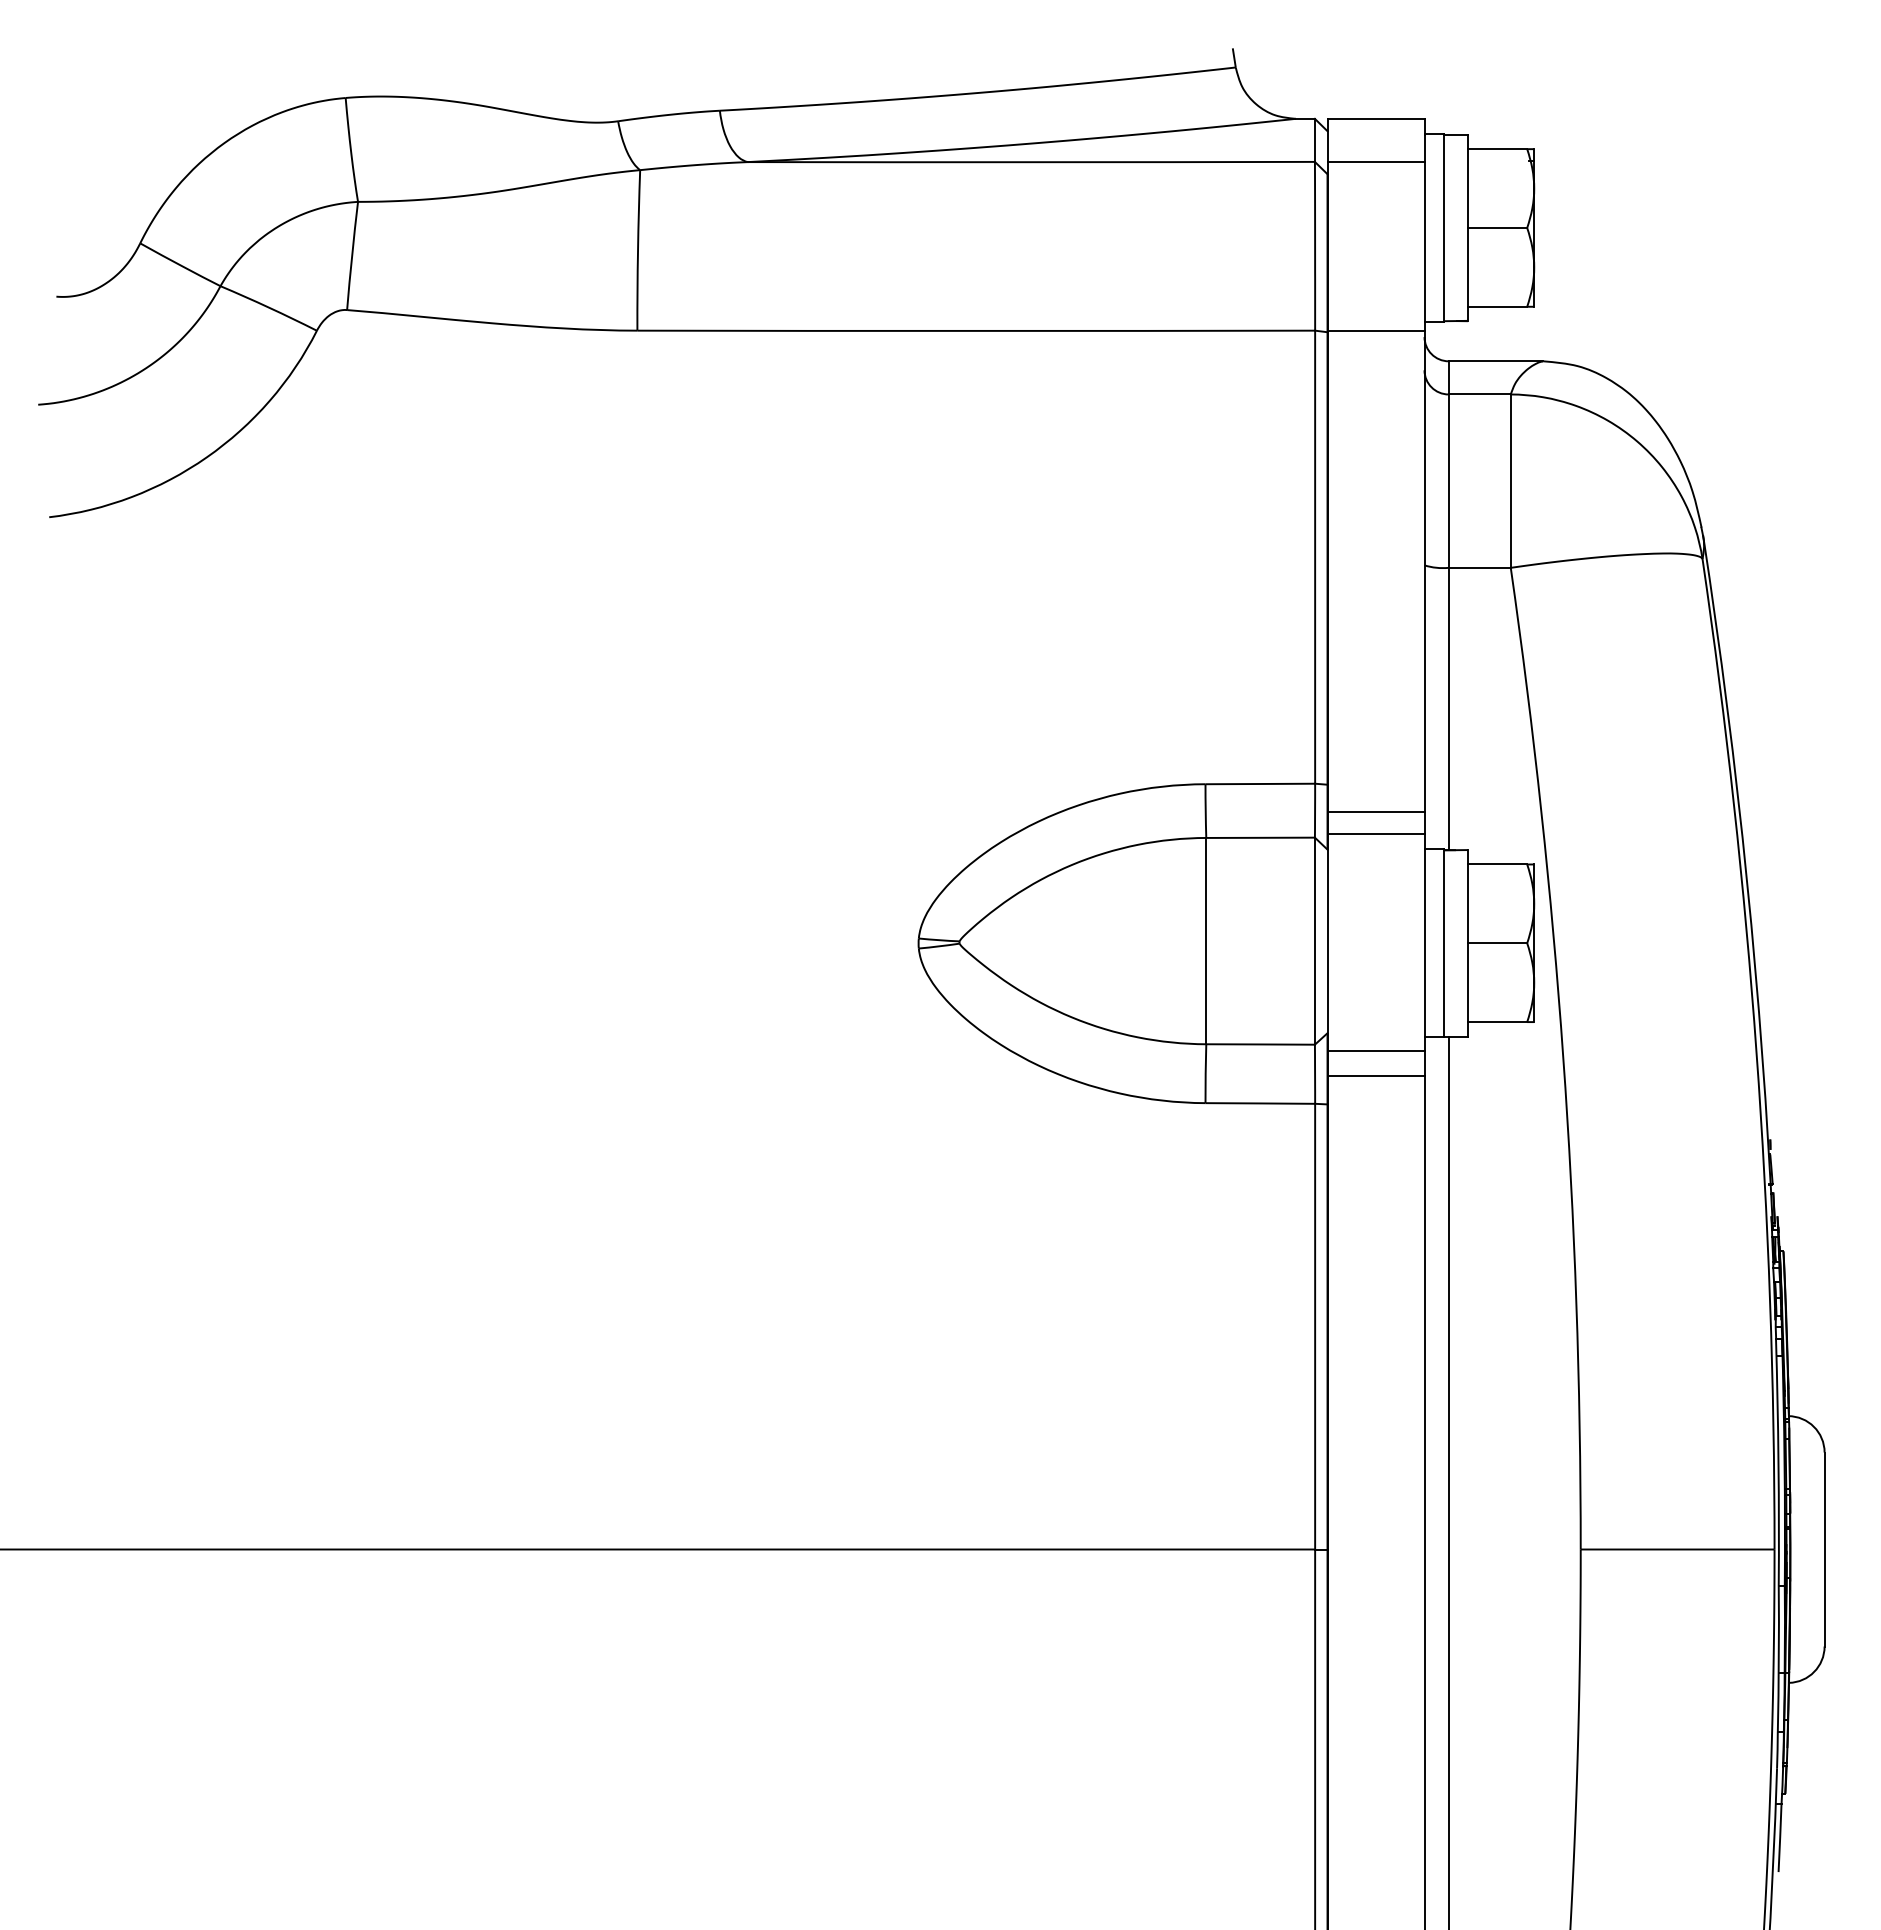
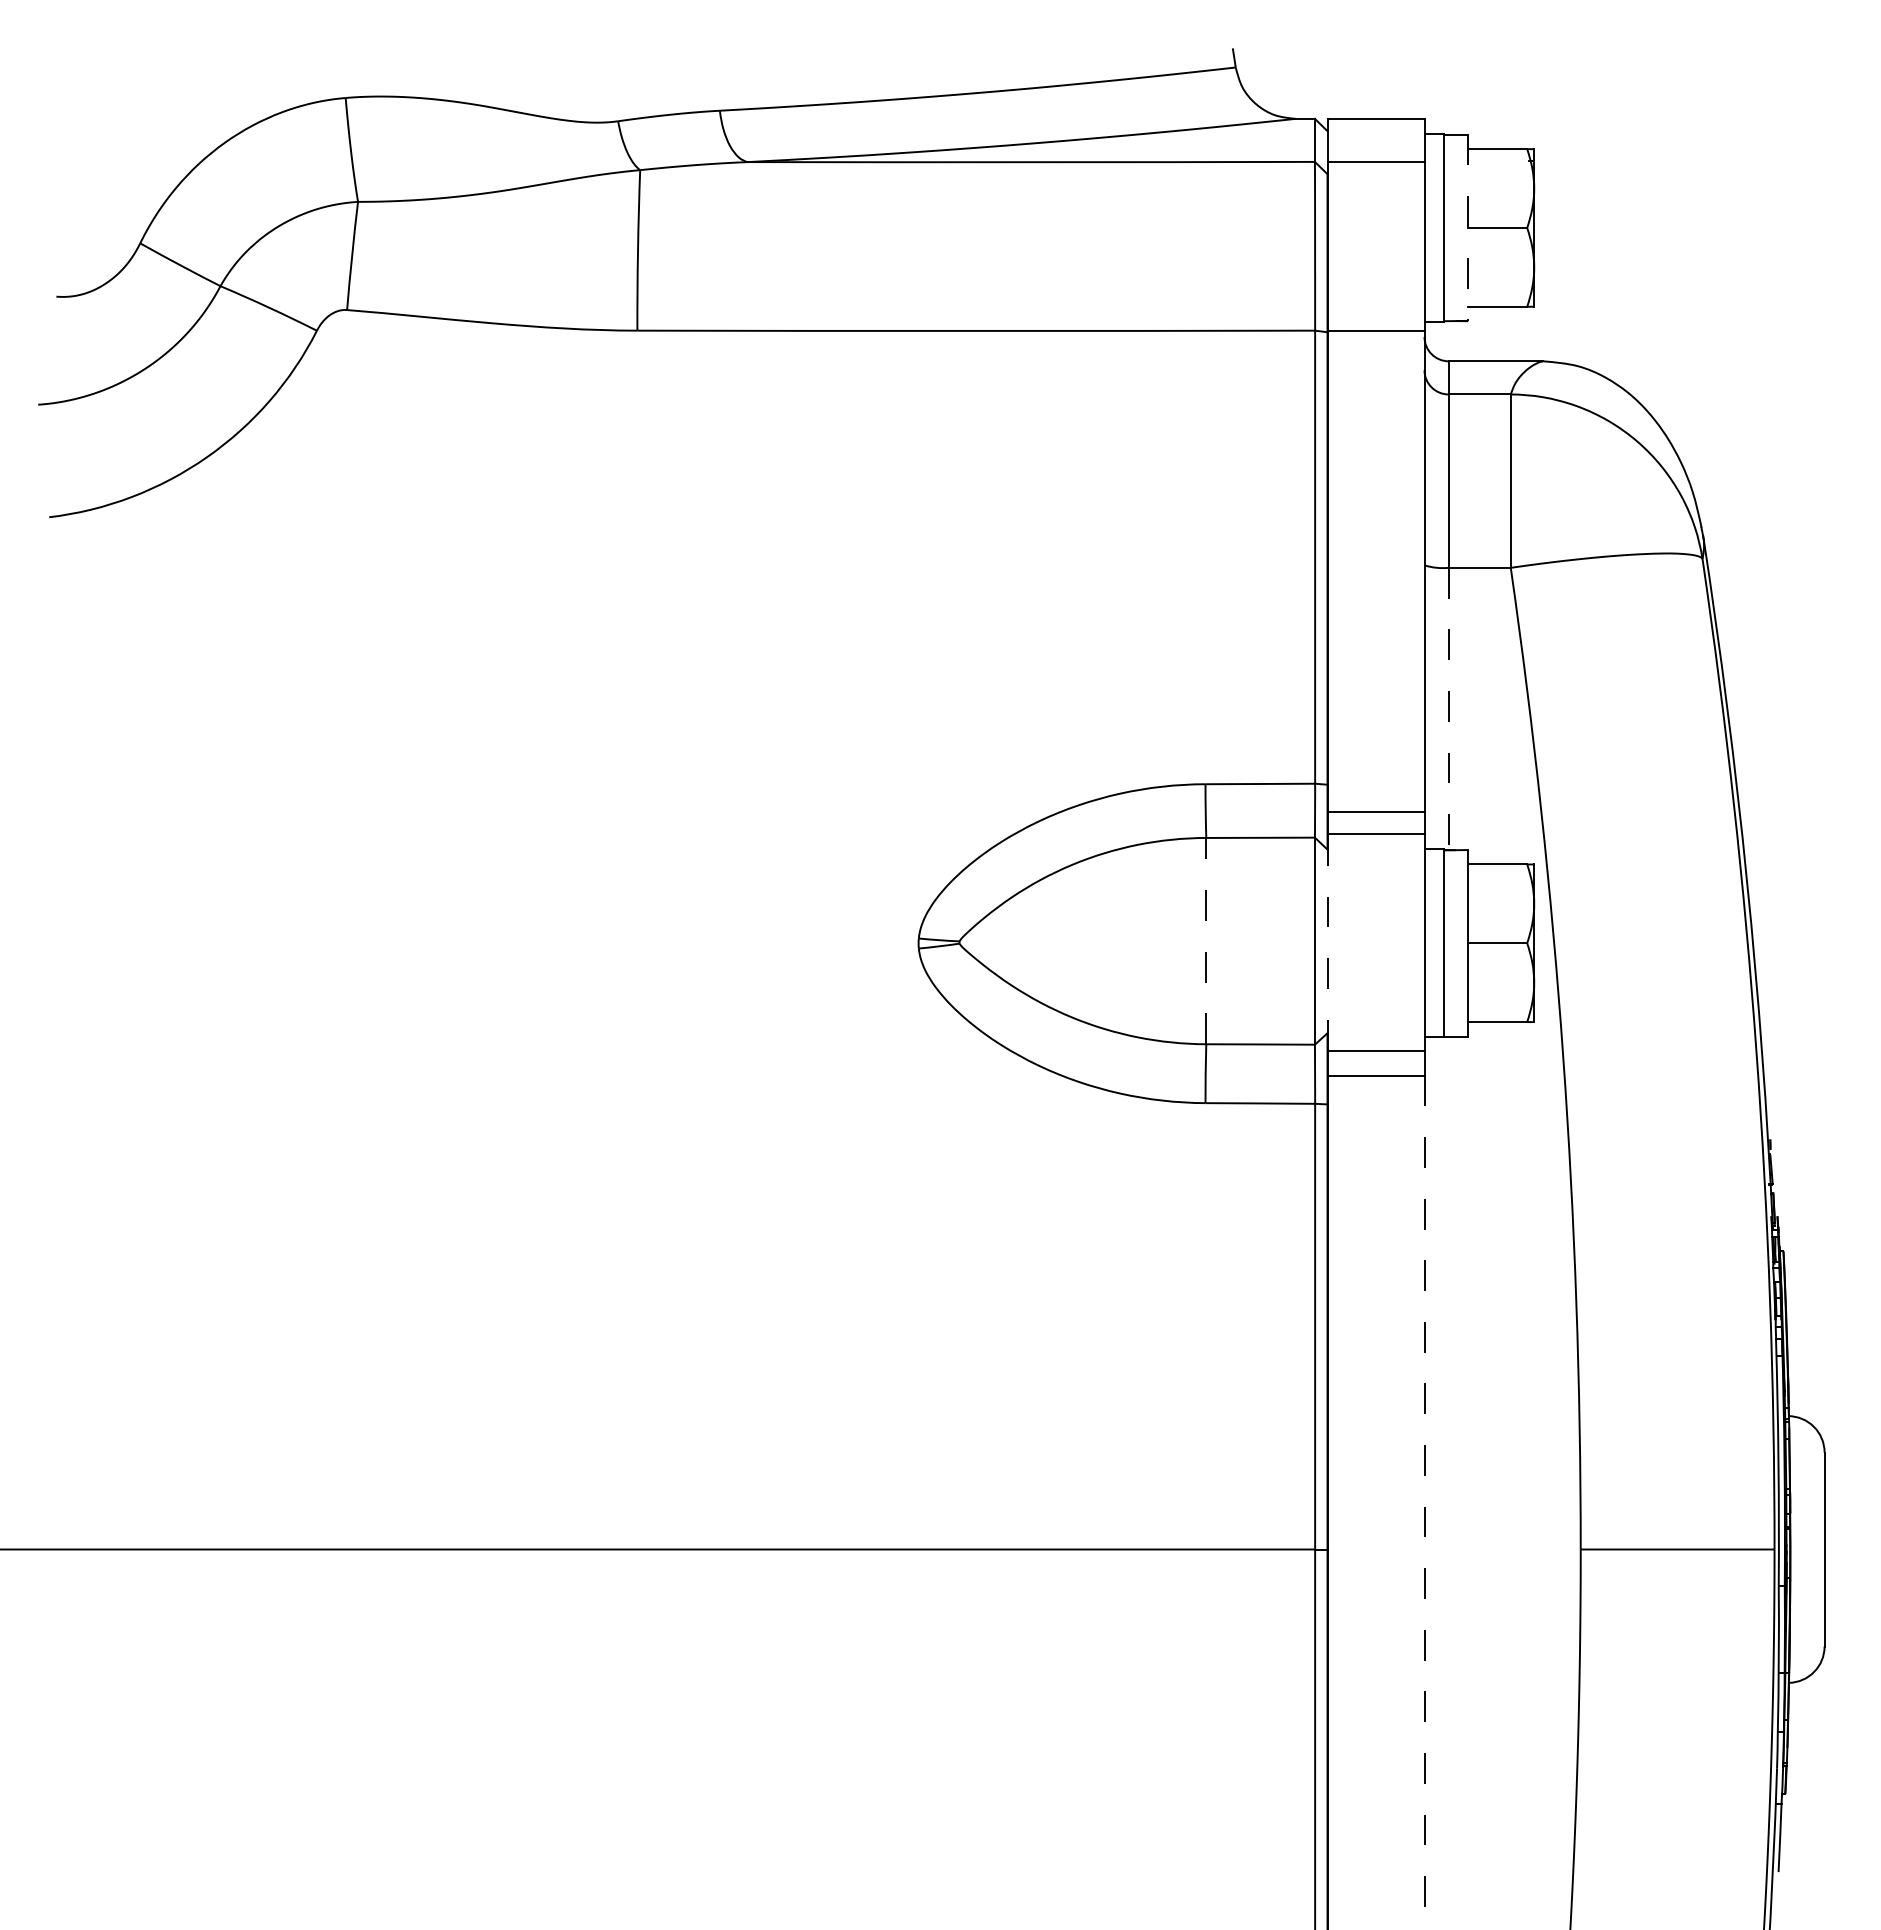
line at (1468, 228): solid -> dashed
line at (1448, 709): solid -> dashed
line at (1206, 940): solid -> dashed
line at (1327, 941): solid -> dashed
line at (1448, 1481): present -> none
line at (1424, 1502): solid -> dashed
